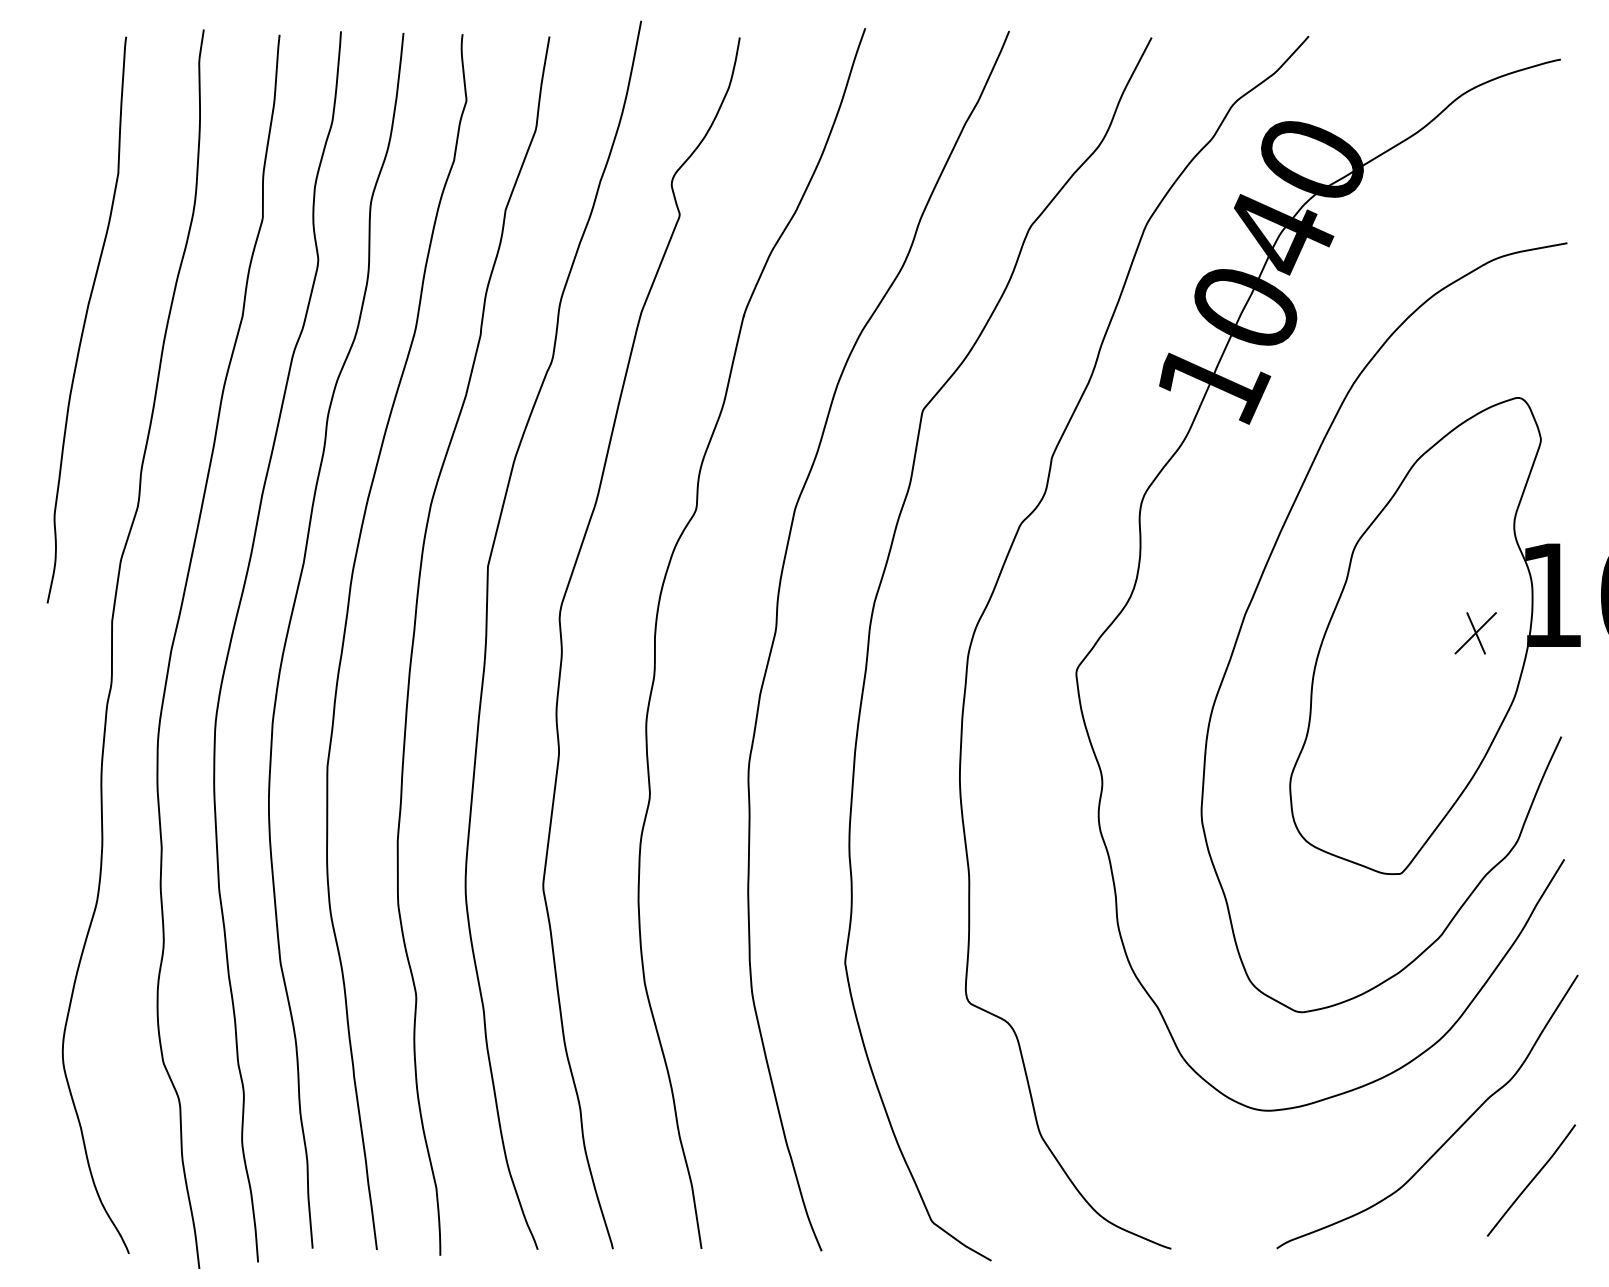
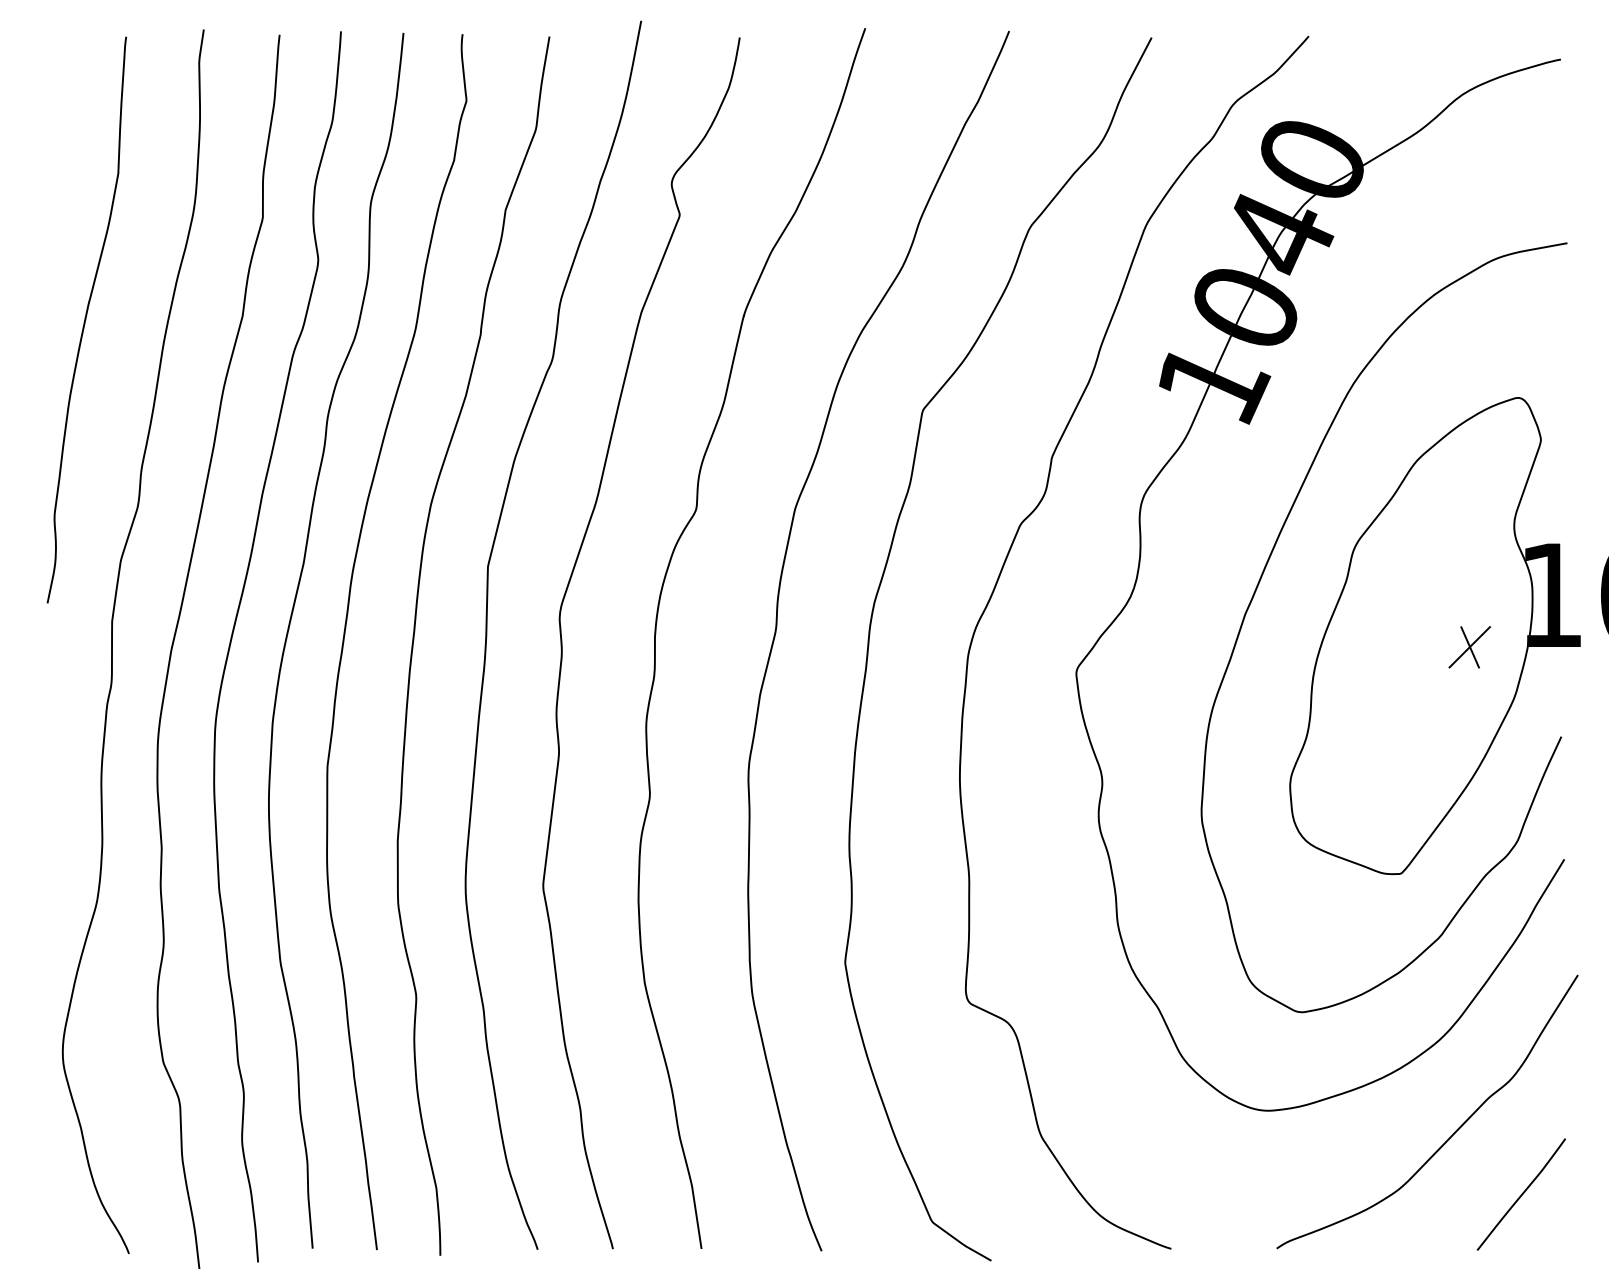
part at (1475, 633) position: (1475, 633) -> (1469, 647)
curve at (1530, 1180) position: (1530, 1180) -> (1520, 1194)
